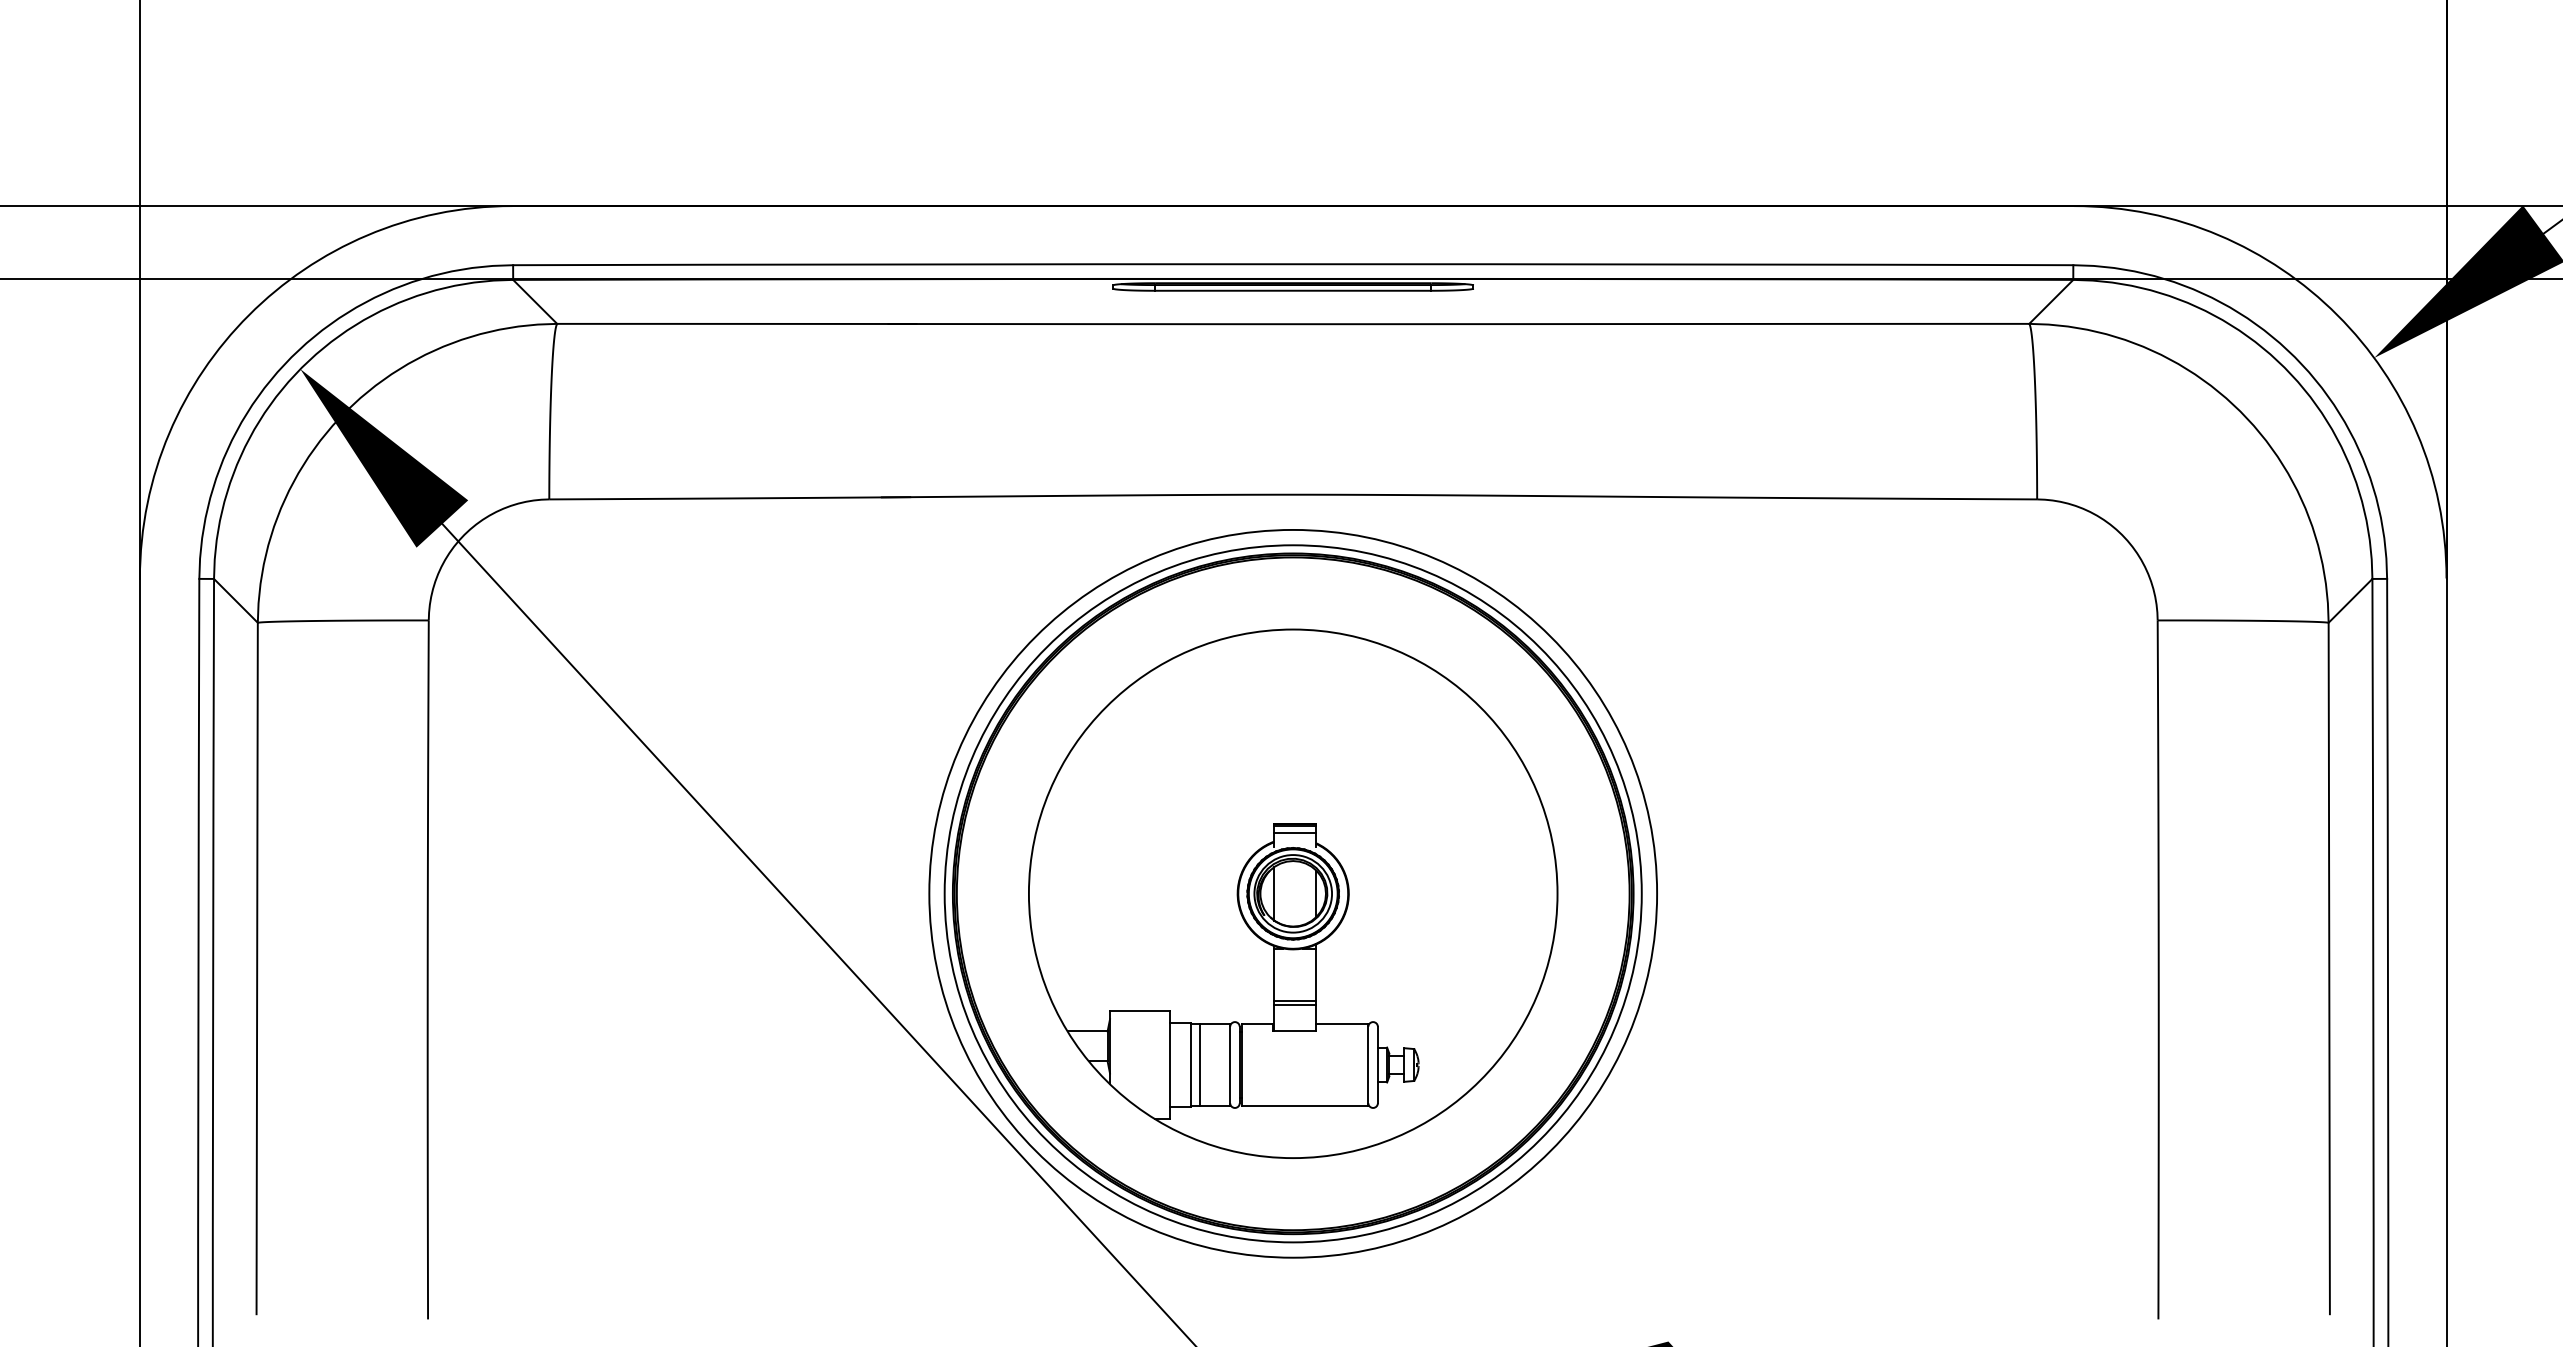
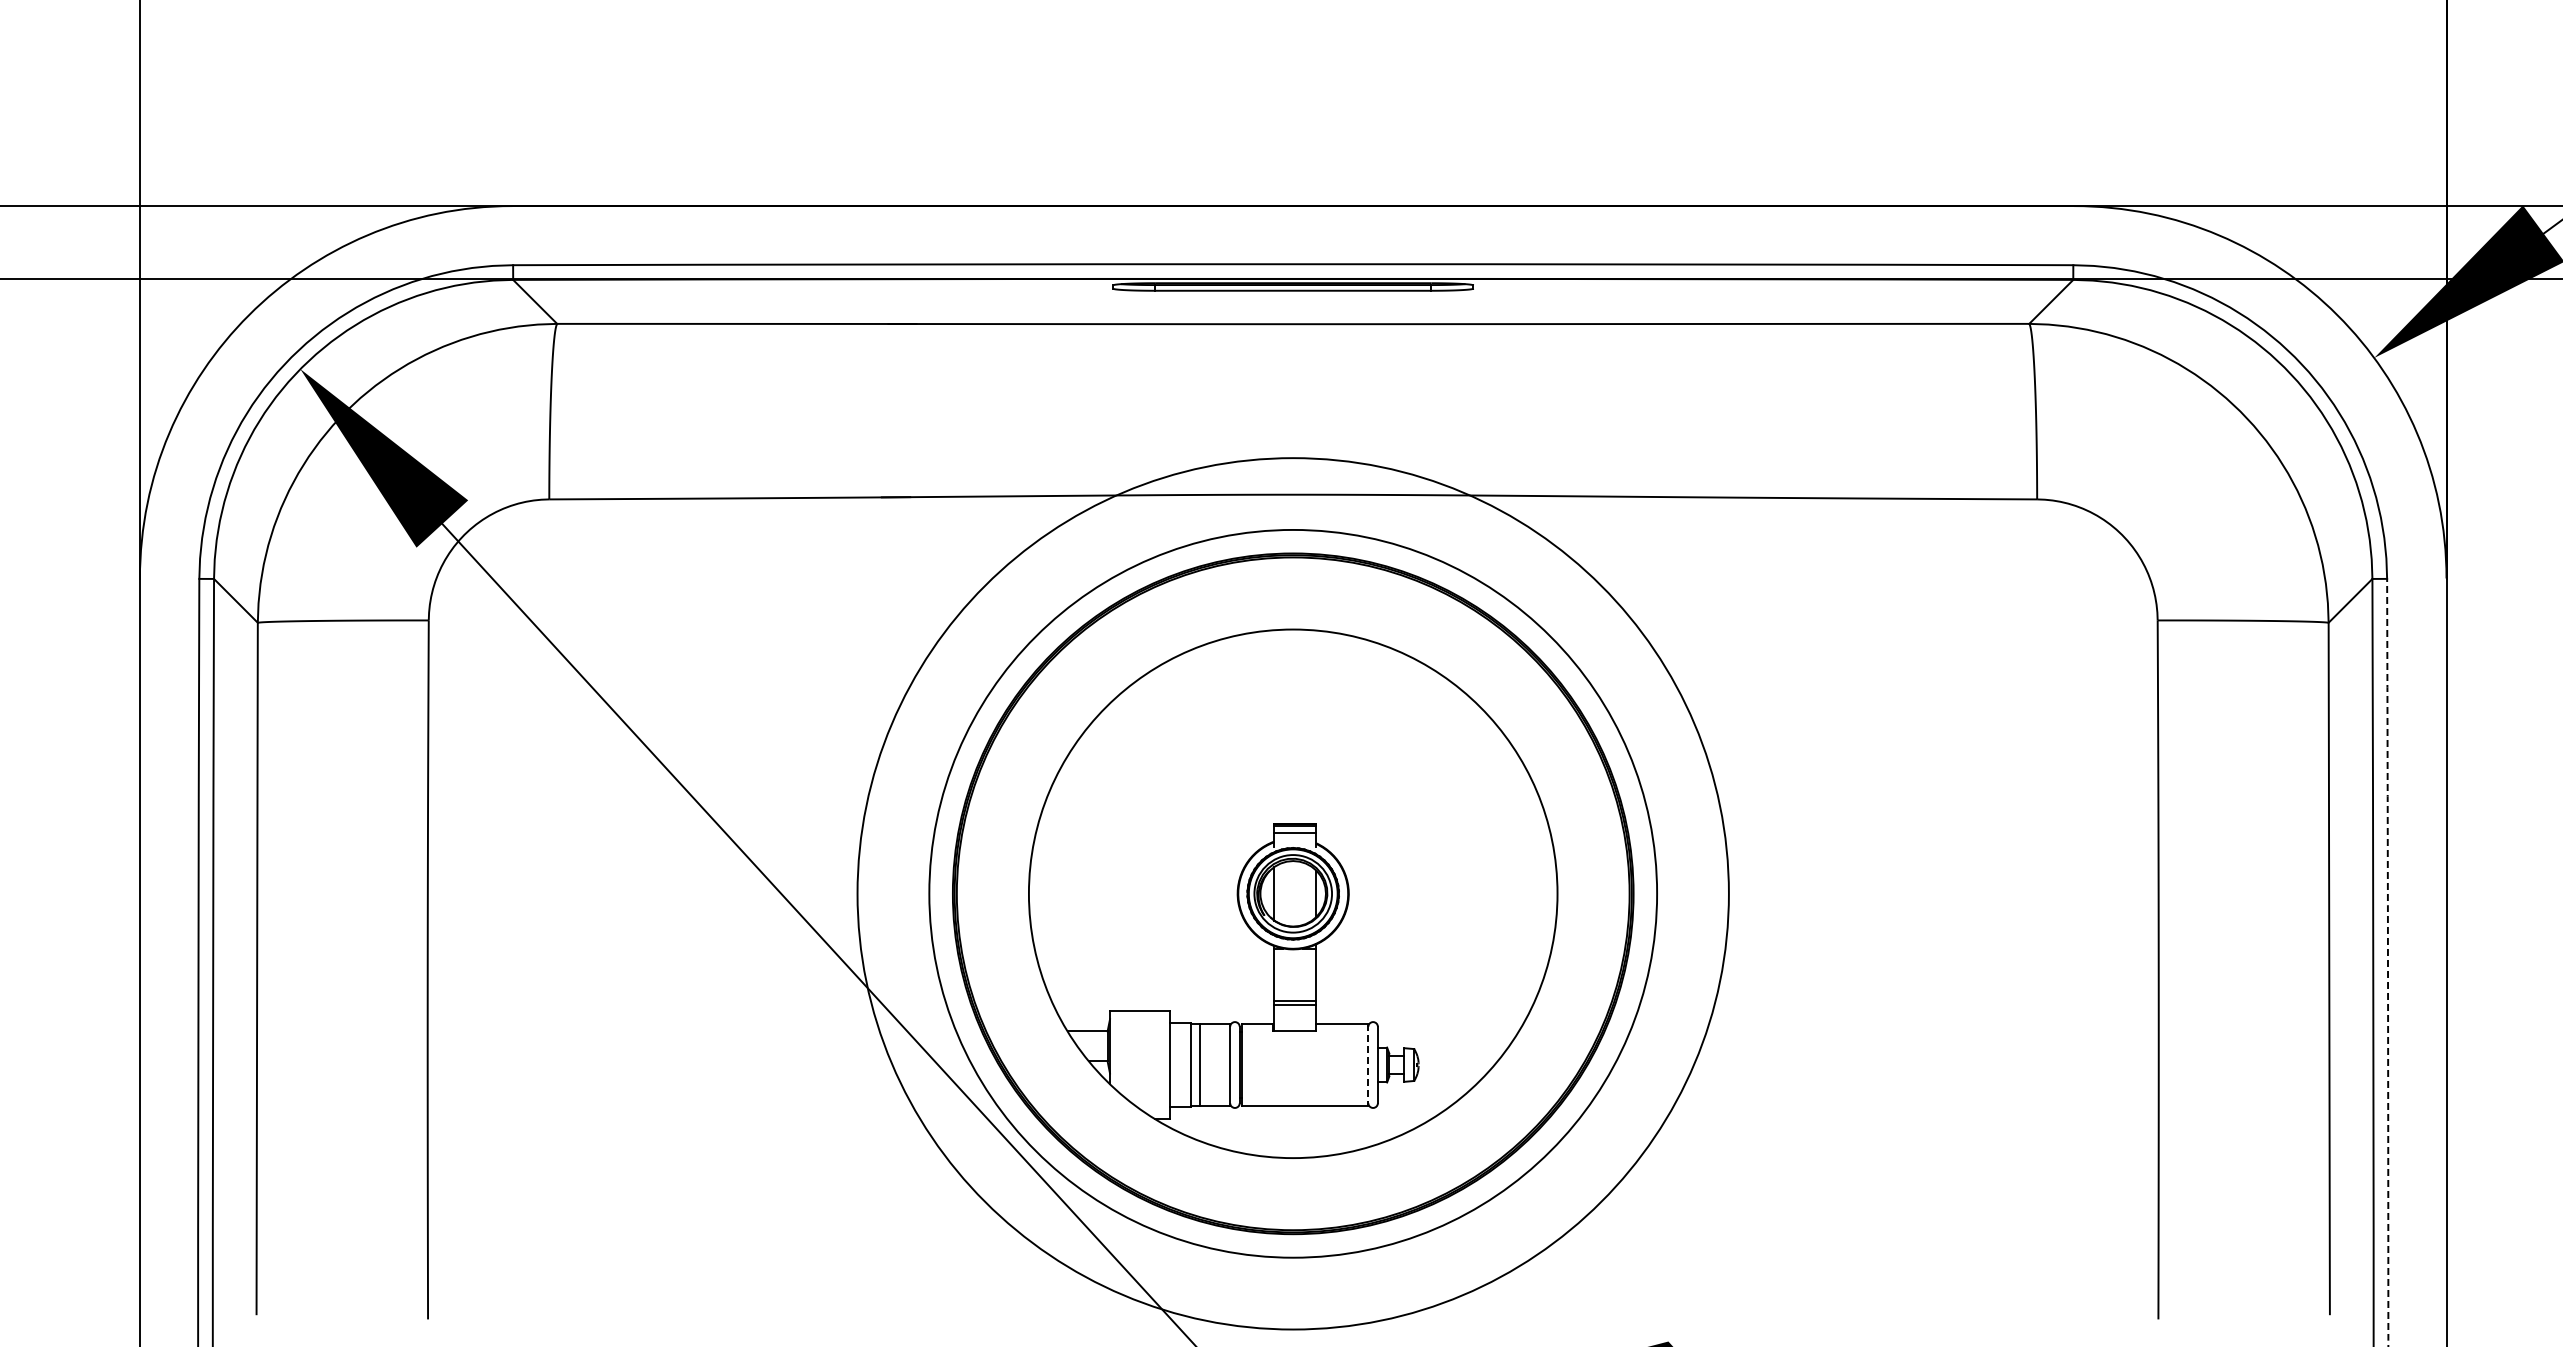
circle at (1292, 893) diameter: 697 px -> 871 px
arc at (2387, 963): solid -> dashed
line at (1368, 1065): solid -> dashed
